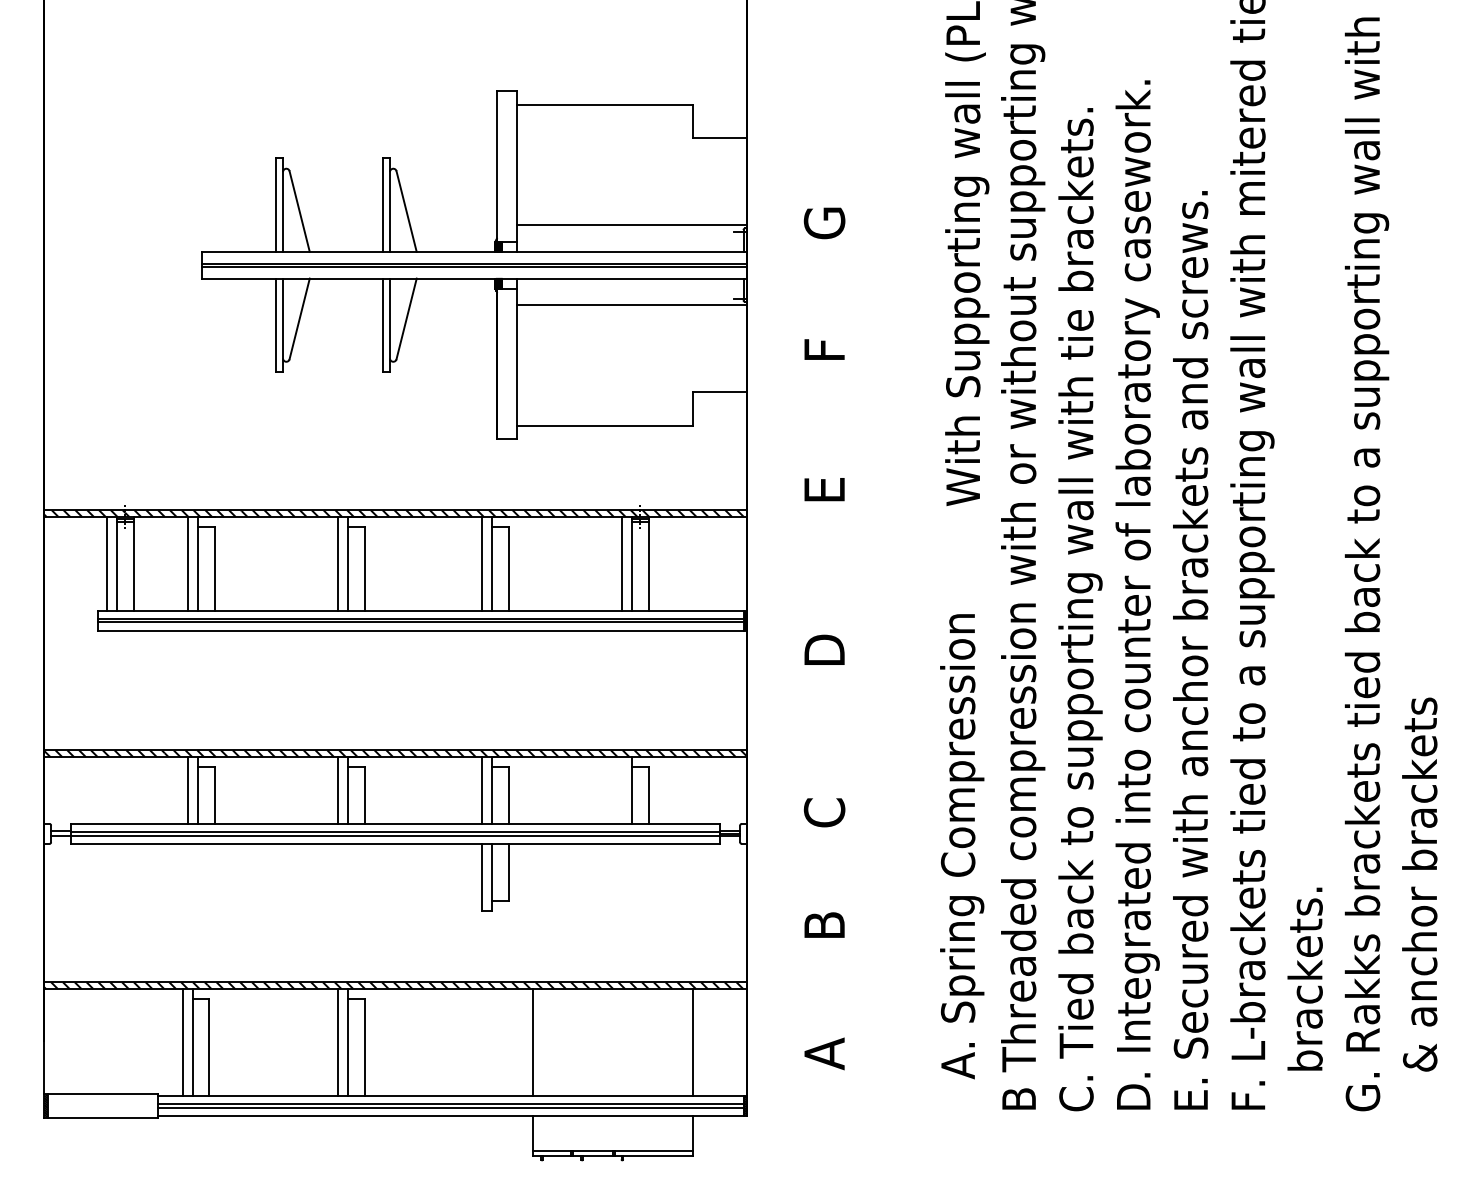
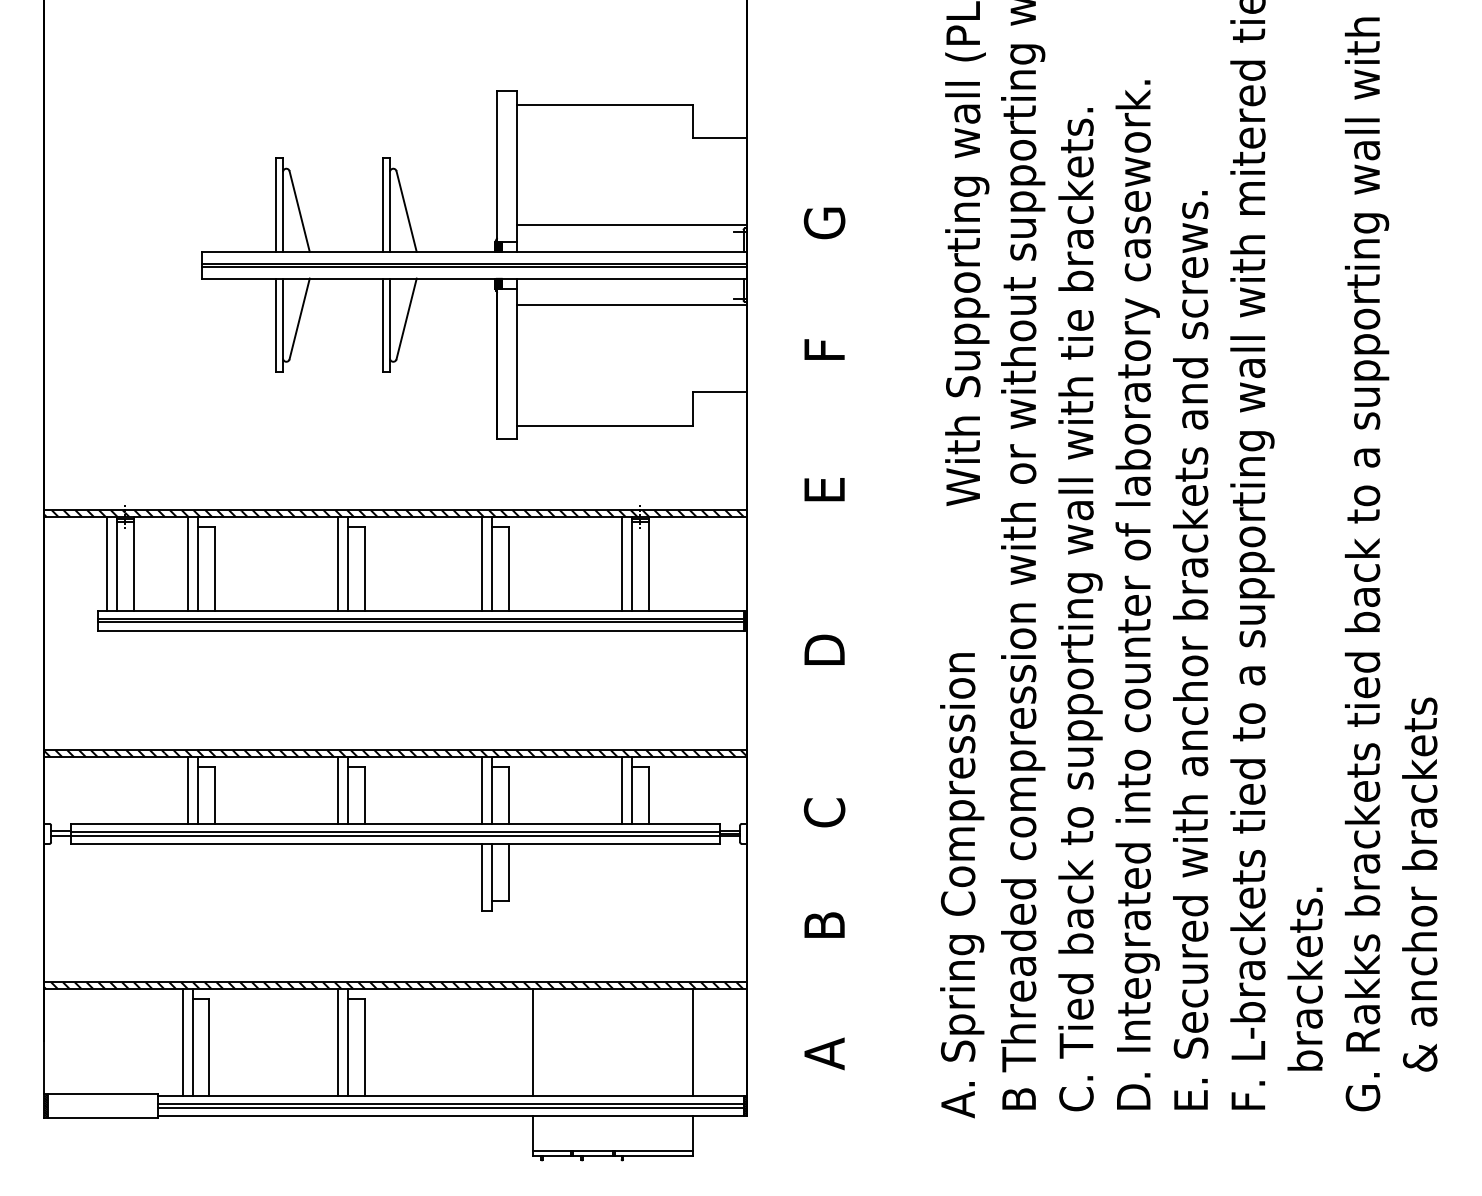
line at (622, 790): none -> present
text at (962, 846) position: (962, 846) -> (962, 885)
